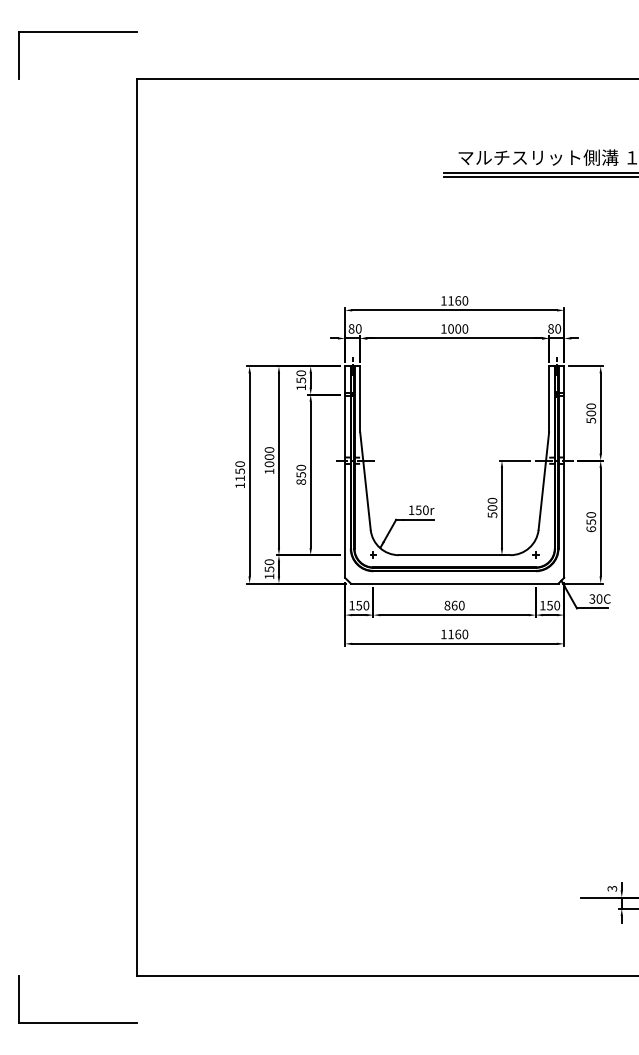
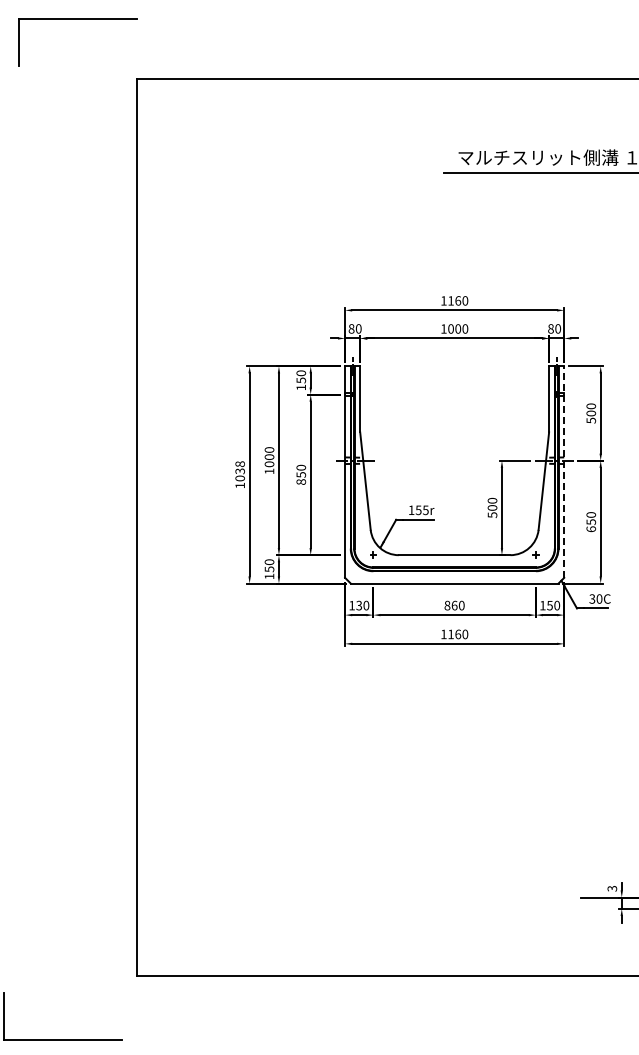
part at (77, 32) position: (77, 32) -> (77, 19)
line at (539, 177): present -> none
text at (239, 471): 1150 -> 1038
line at (564, 472): solid -> dashed
text at (425, 509): 150r -> 155r
text at (358, 604): 150 -> 130
part at (77, 1022) position: (77, 1022) -> (62, 1039)
